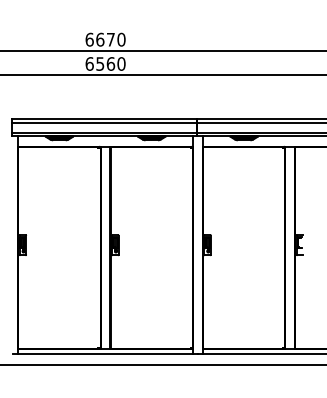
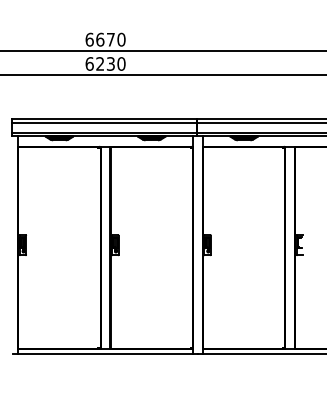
text at (105, 63): 6560 -> 6230
line at (162, 365): present -> none
